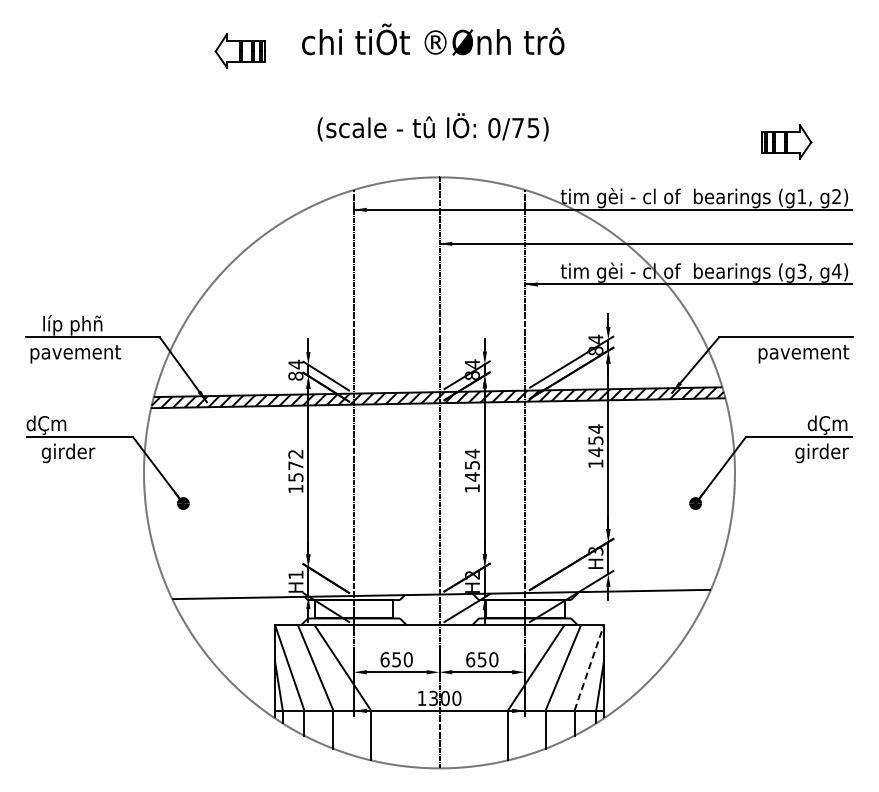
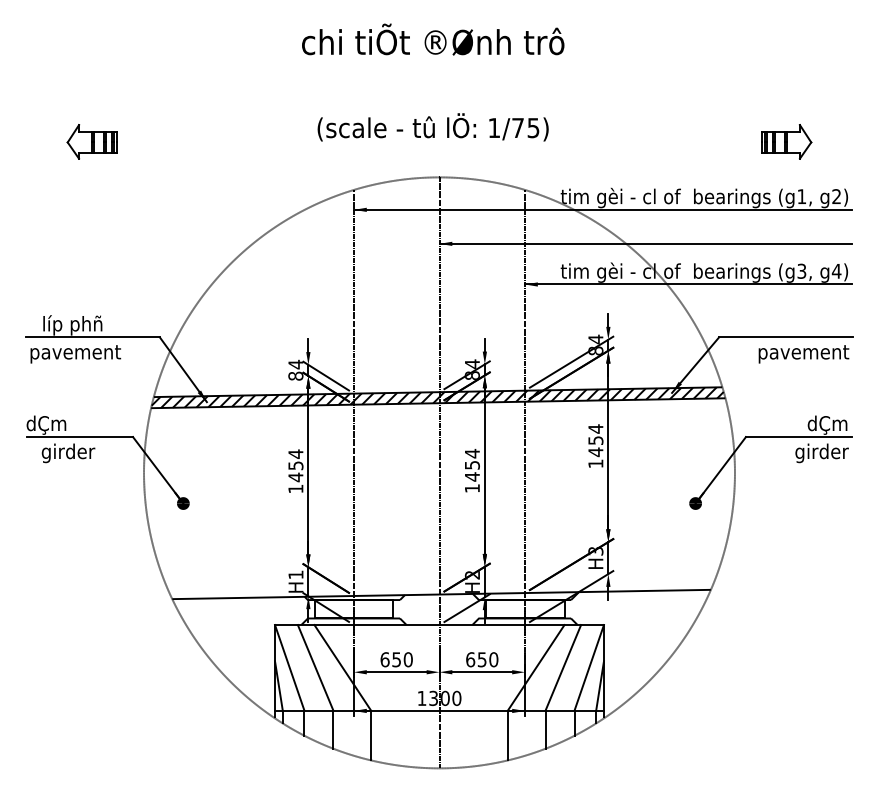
part at (239, 50) position: (239, 50) -> (91, 141)
text at (494, 127): 0/75) -> 1/75)
text at (295, 465): 1572 -> 1454
line at (589, 667): dashed -> solid
